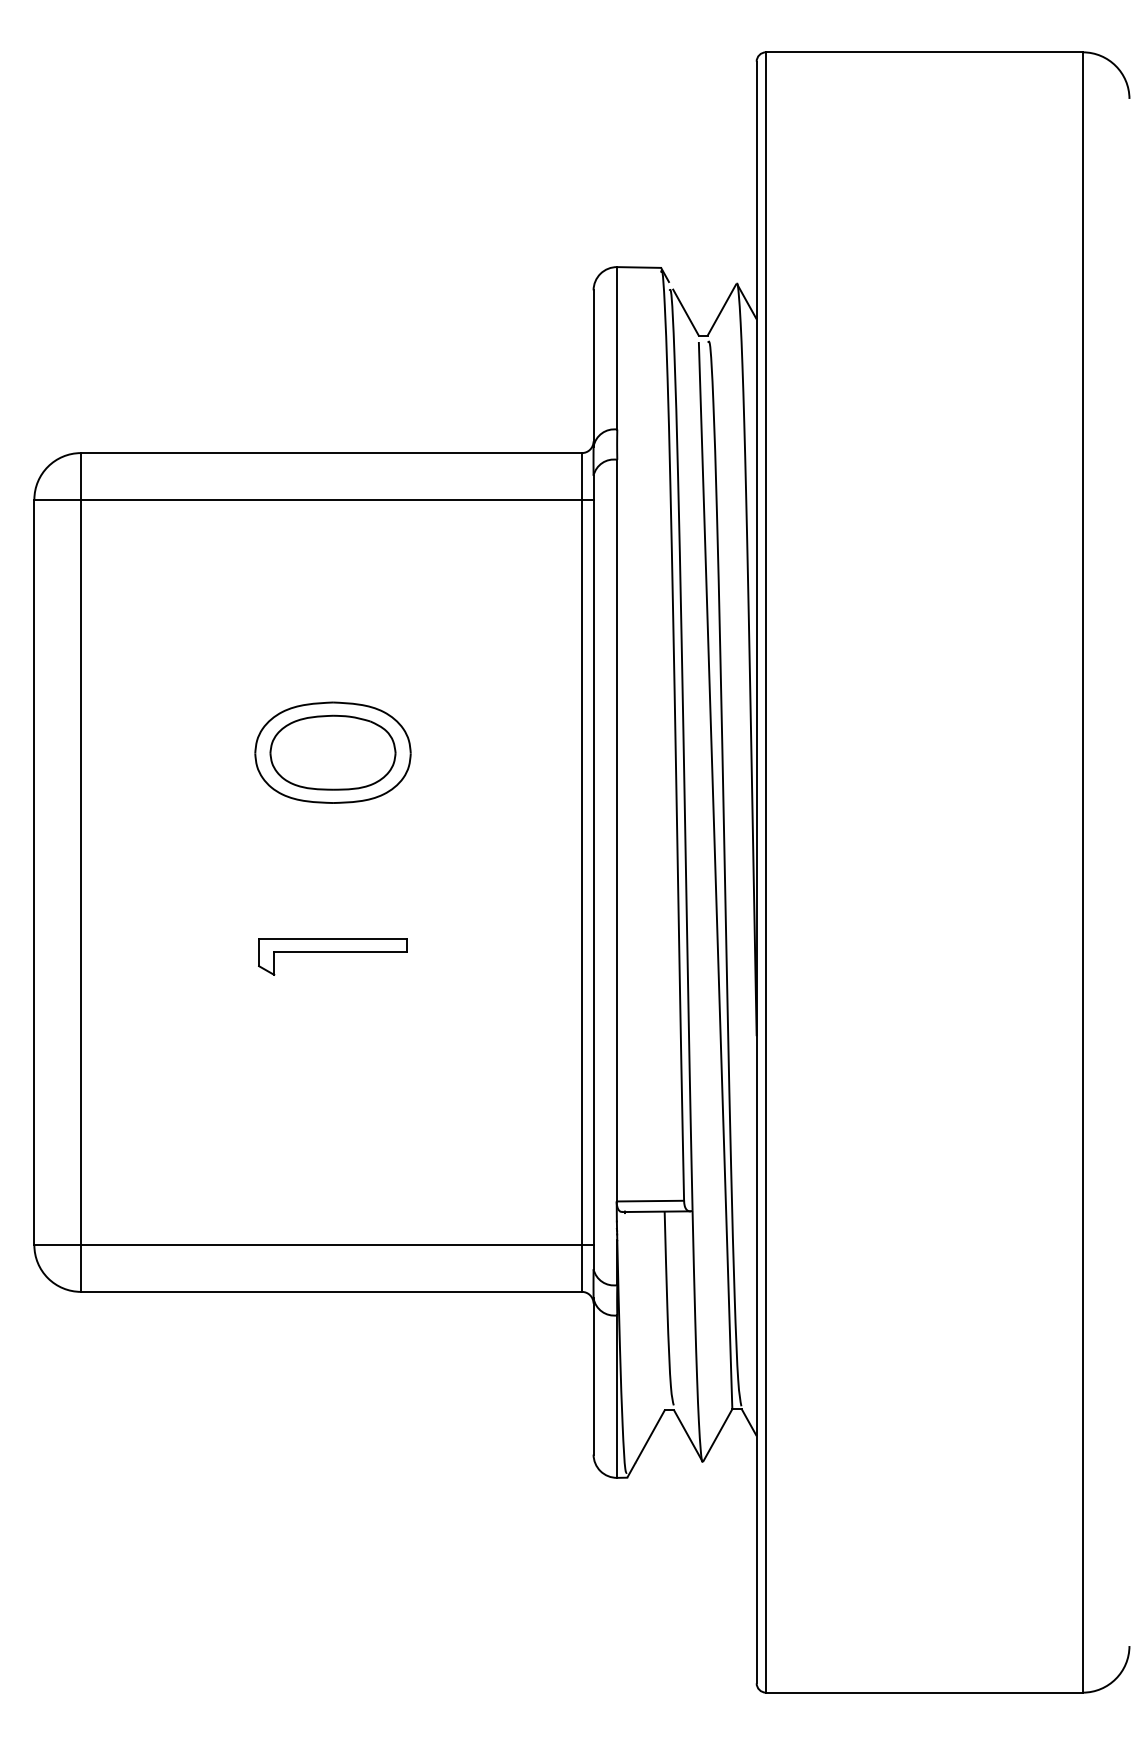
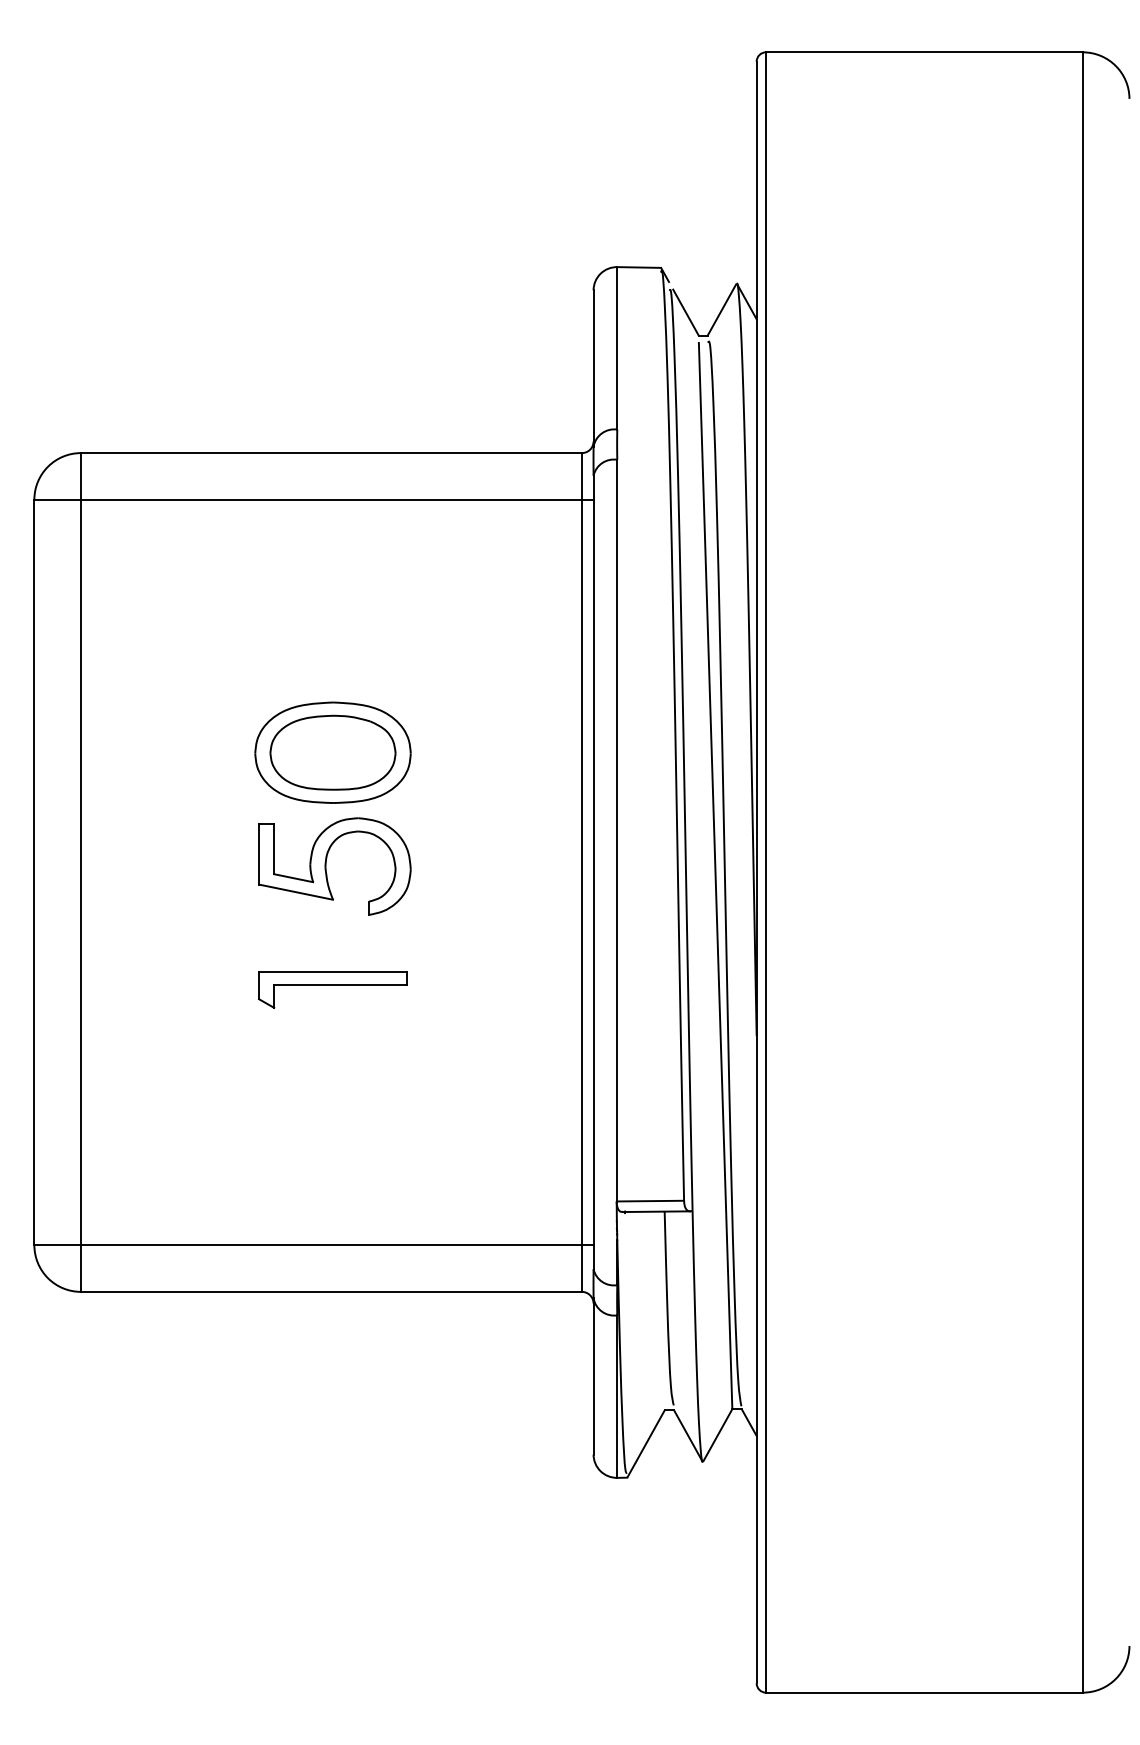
part at (326, 866): none -> present
part at (332, 956) position: (332, 956) -> (332, 989)
